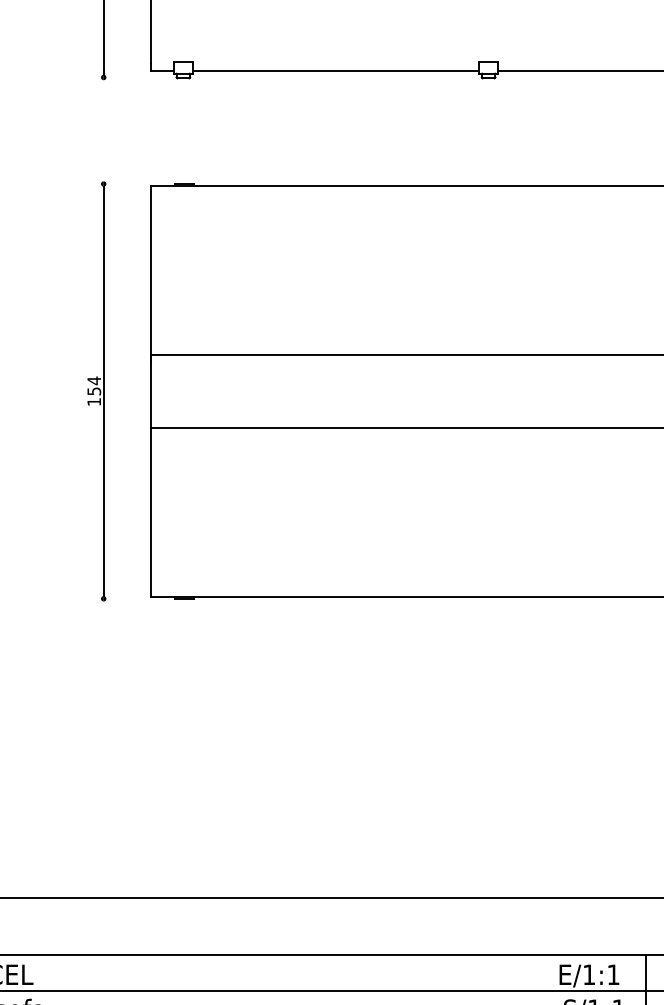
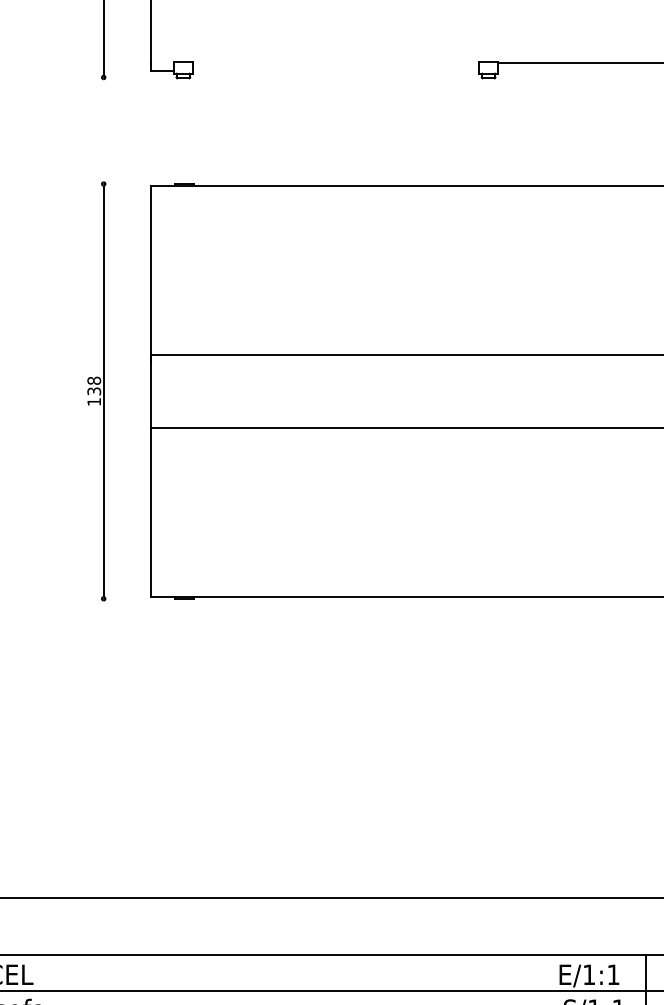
line at (335, 71): present -> none
line at (579, 71) position: (579, 71) -> (579, 63)
text at (94, 385): 154 -> 138
